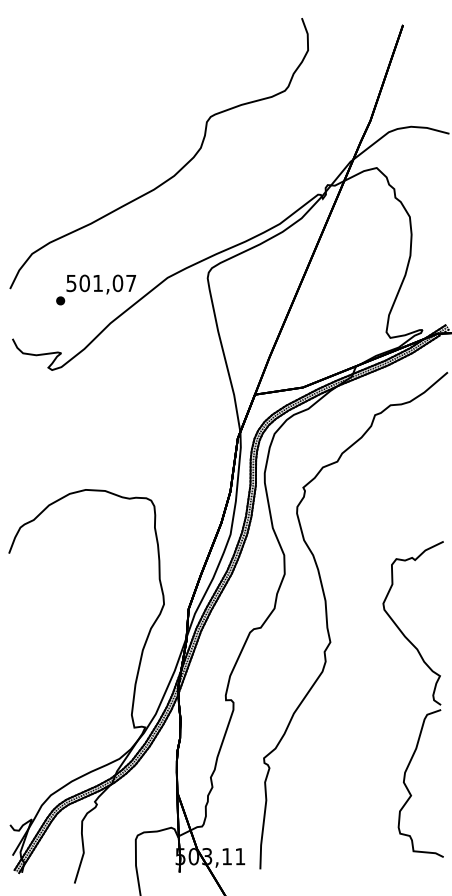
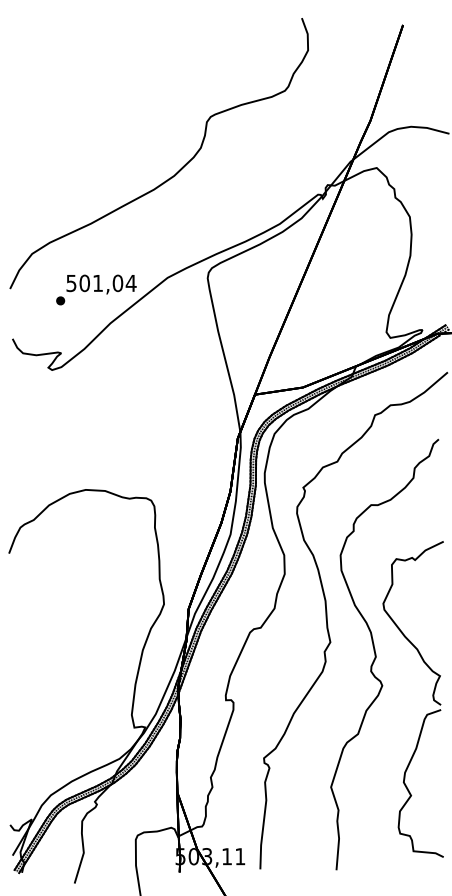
text at (130, 283): 501,07 -> 501,04
curve at (376, 654): none -> present
